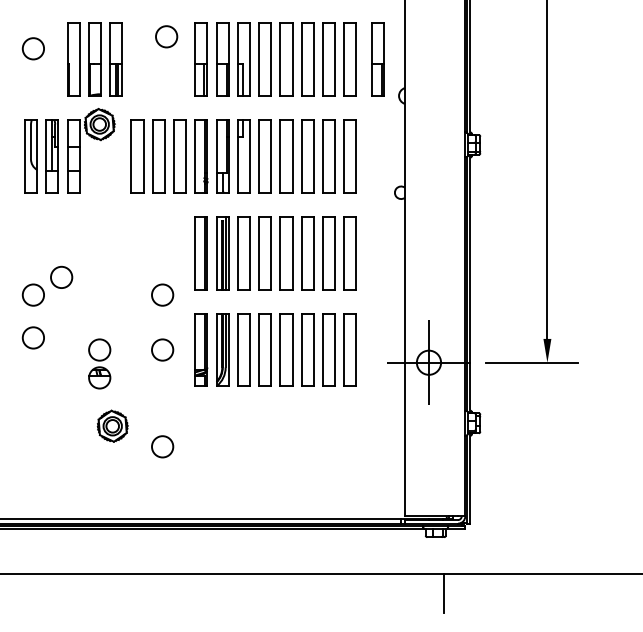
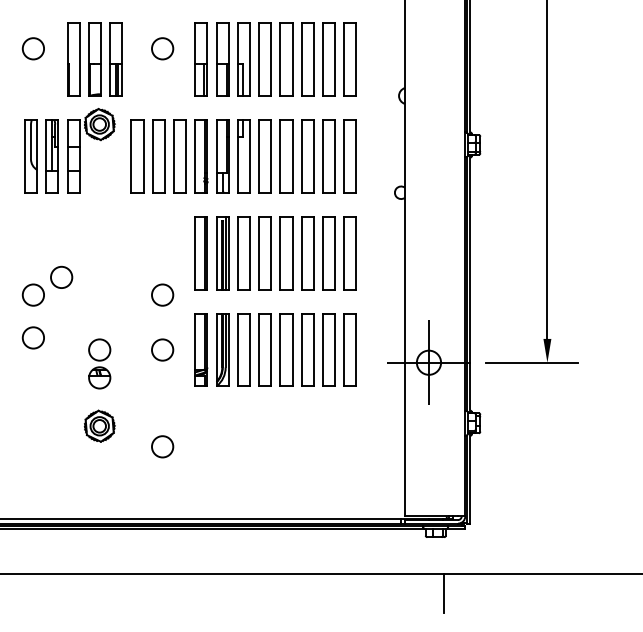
circle at (166, 36) position: (166, 36) -> (162, 48)
part at (377, 59): present -> none
part at (112, 425) position: (112, 425) -> (99, 425)
